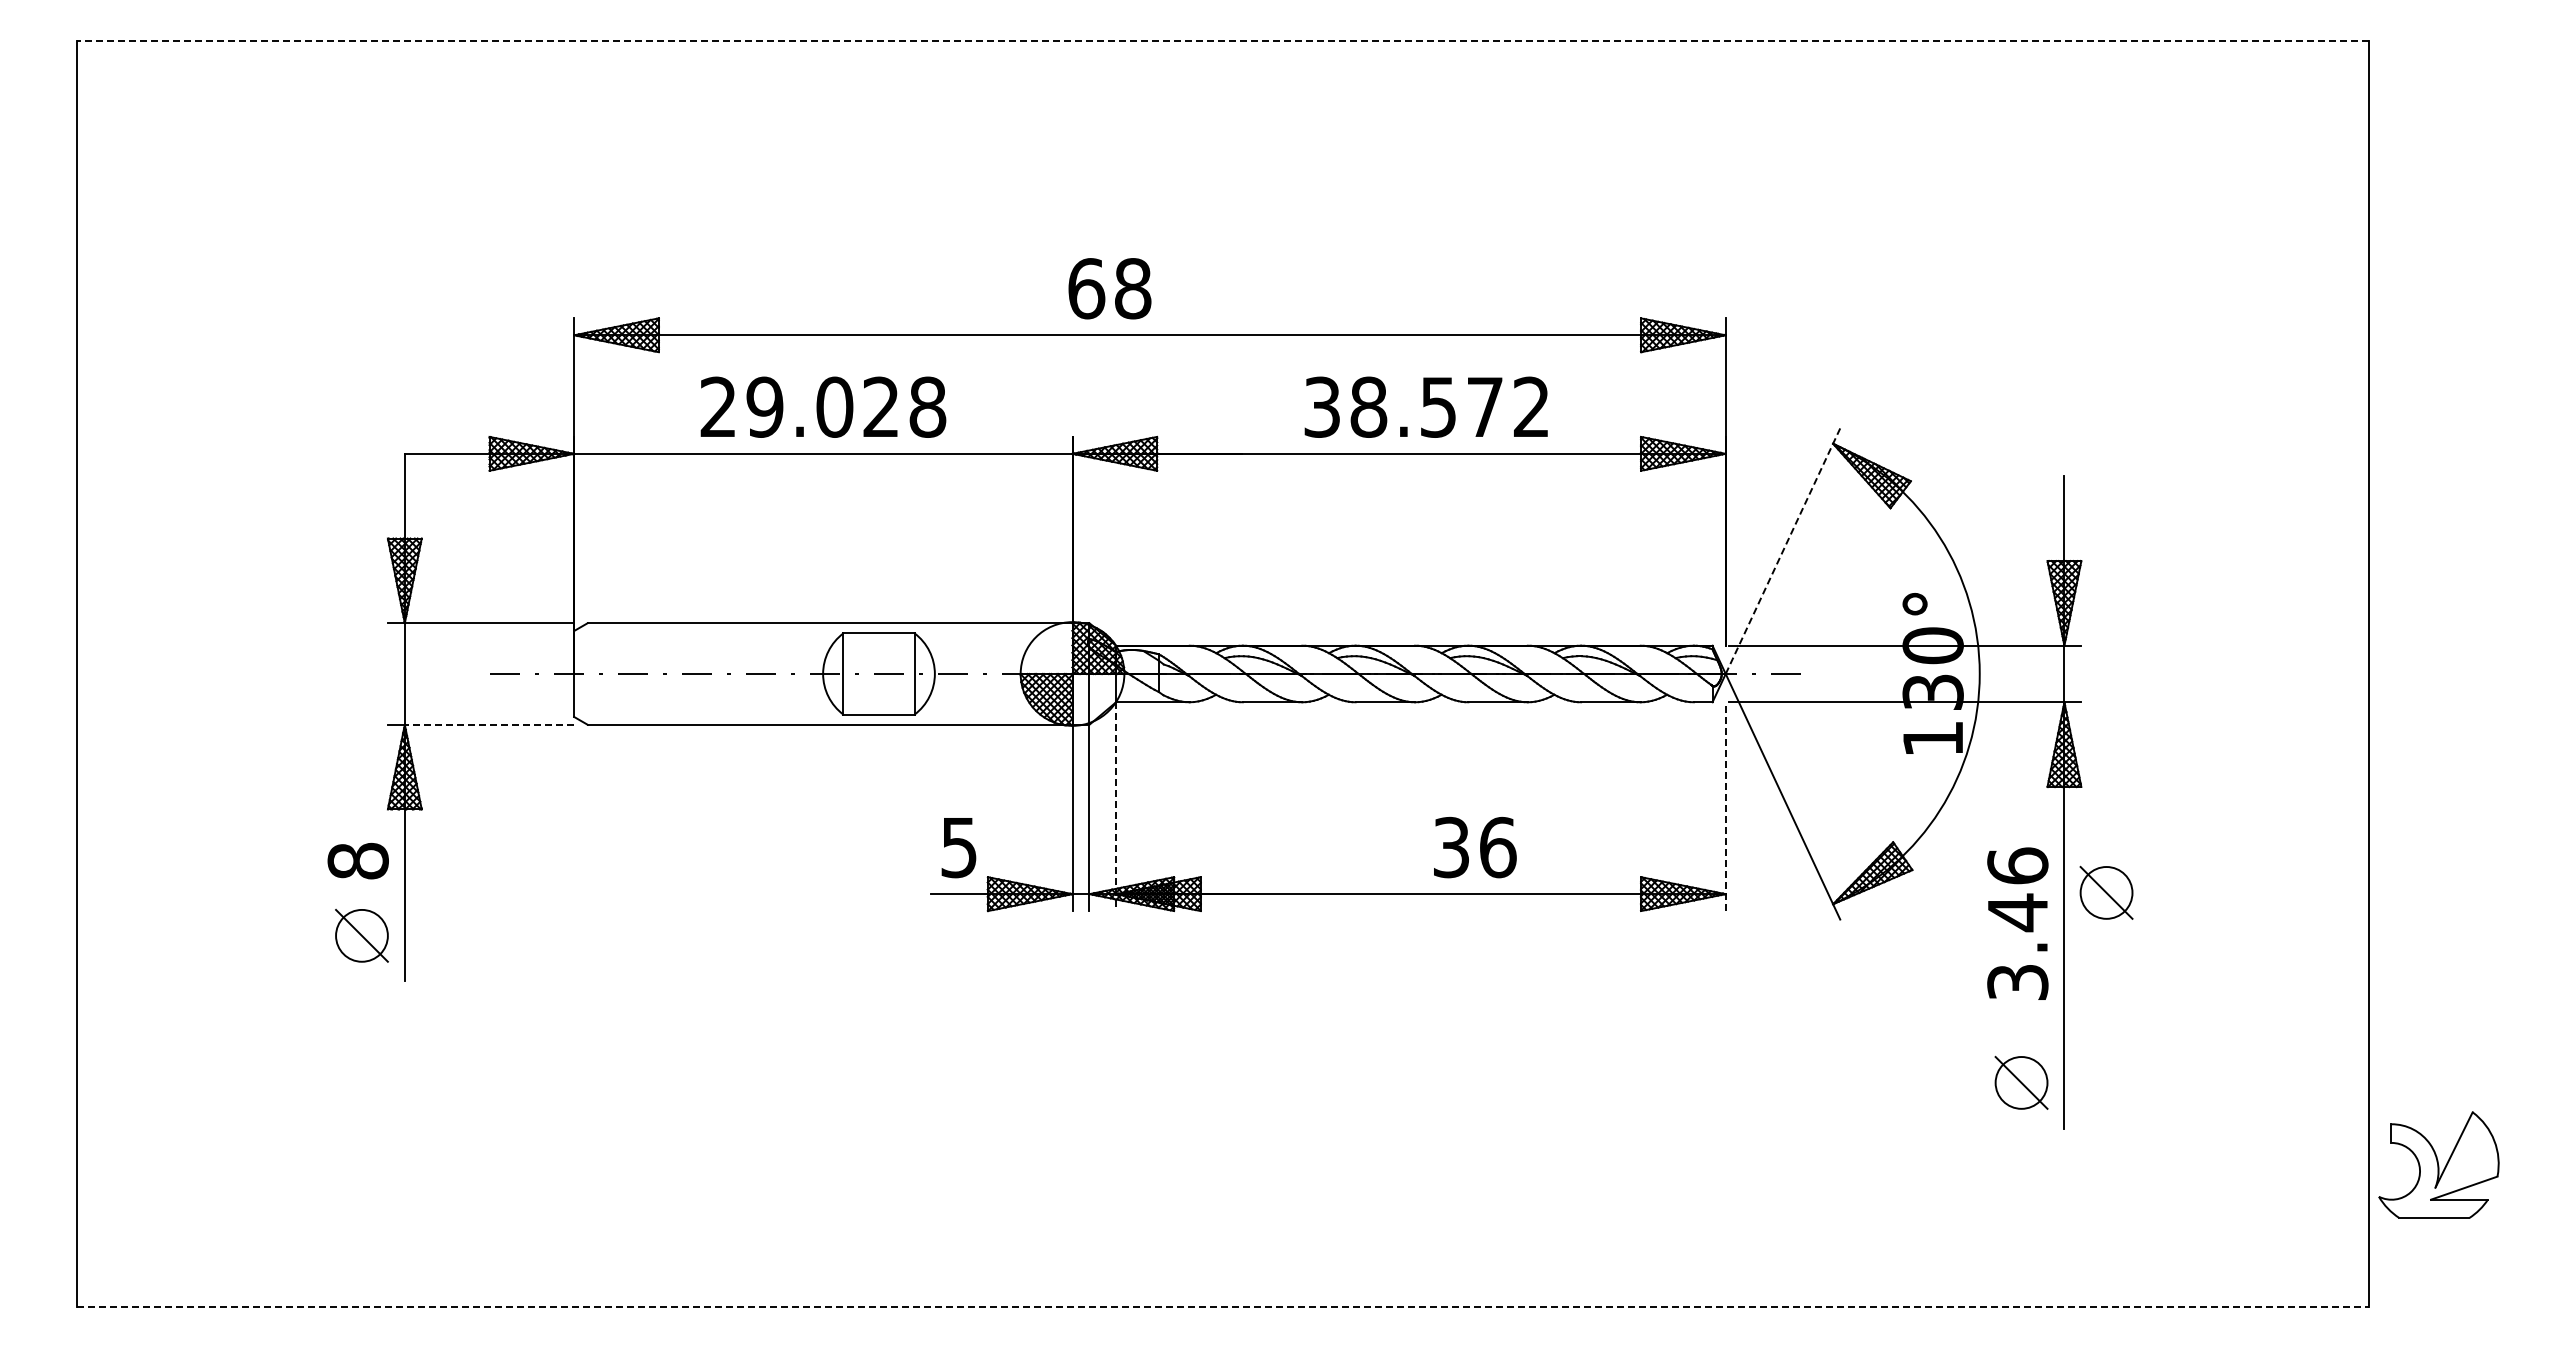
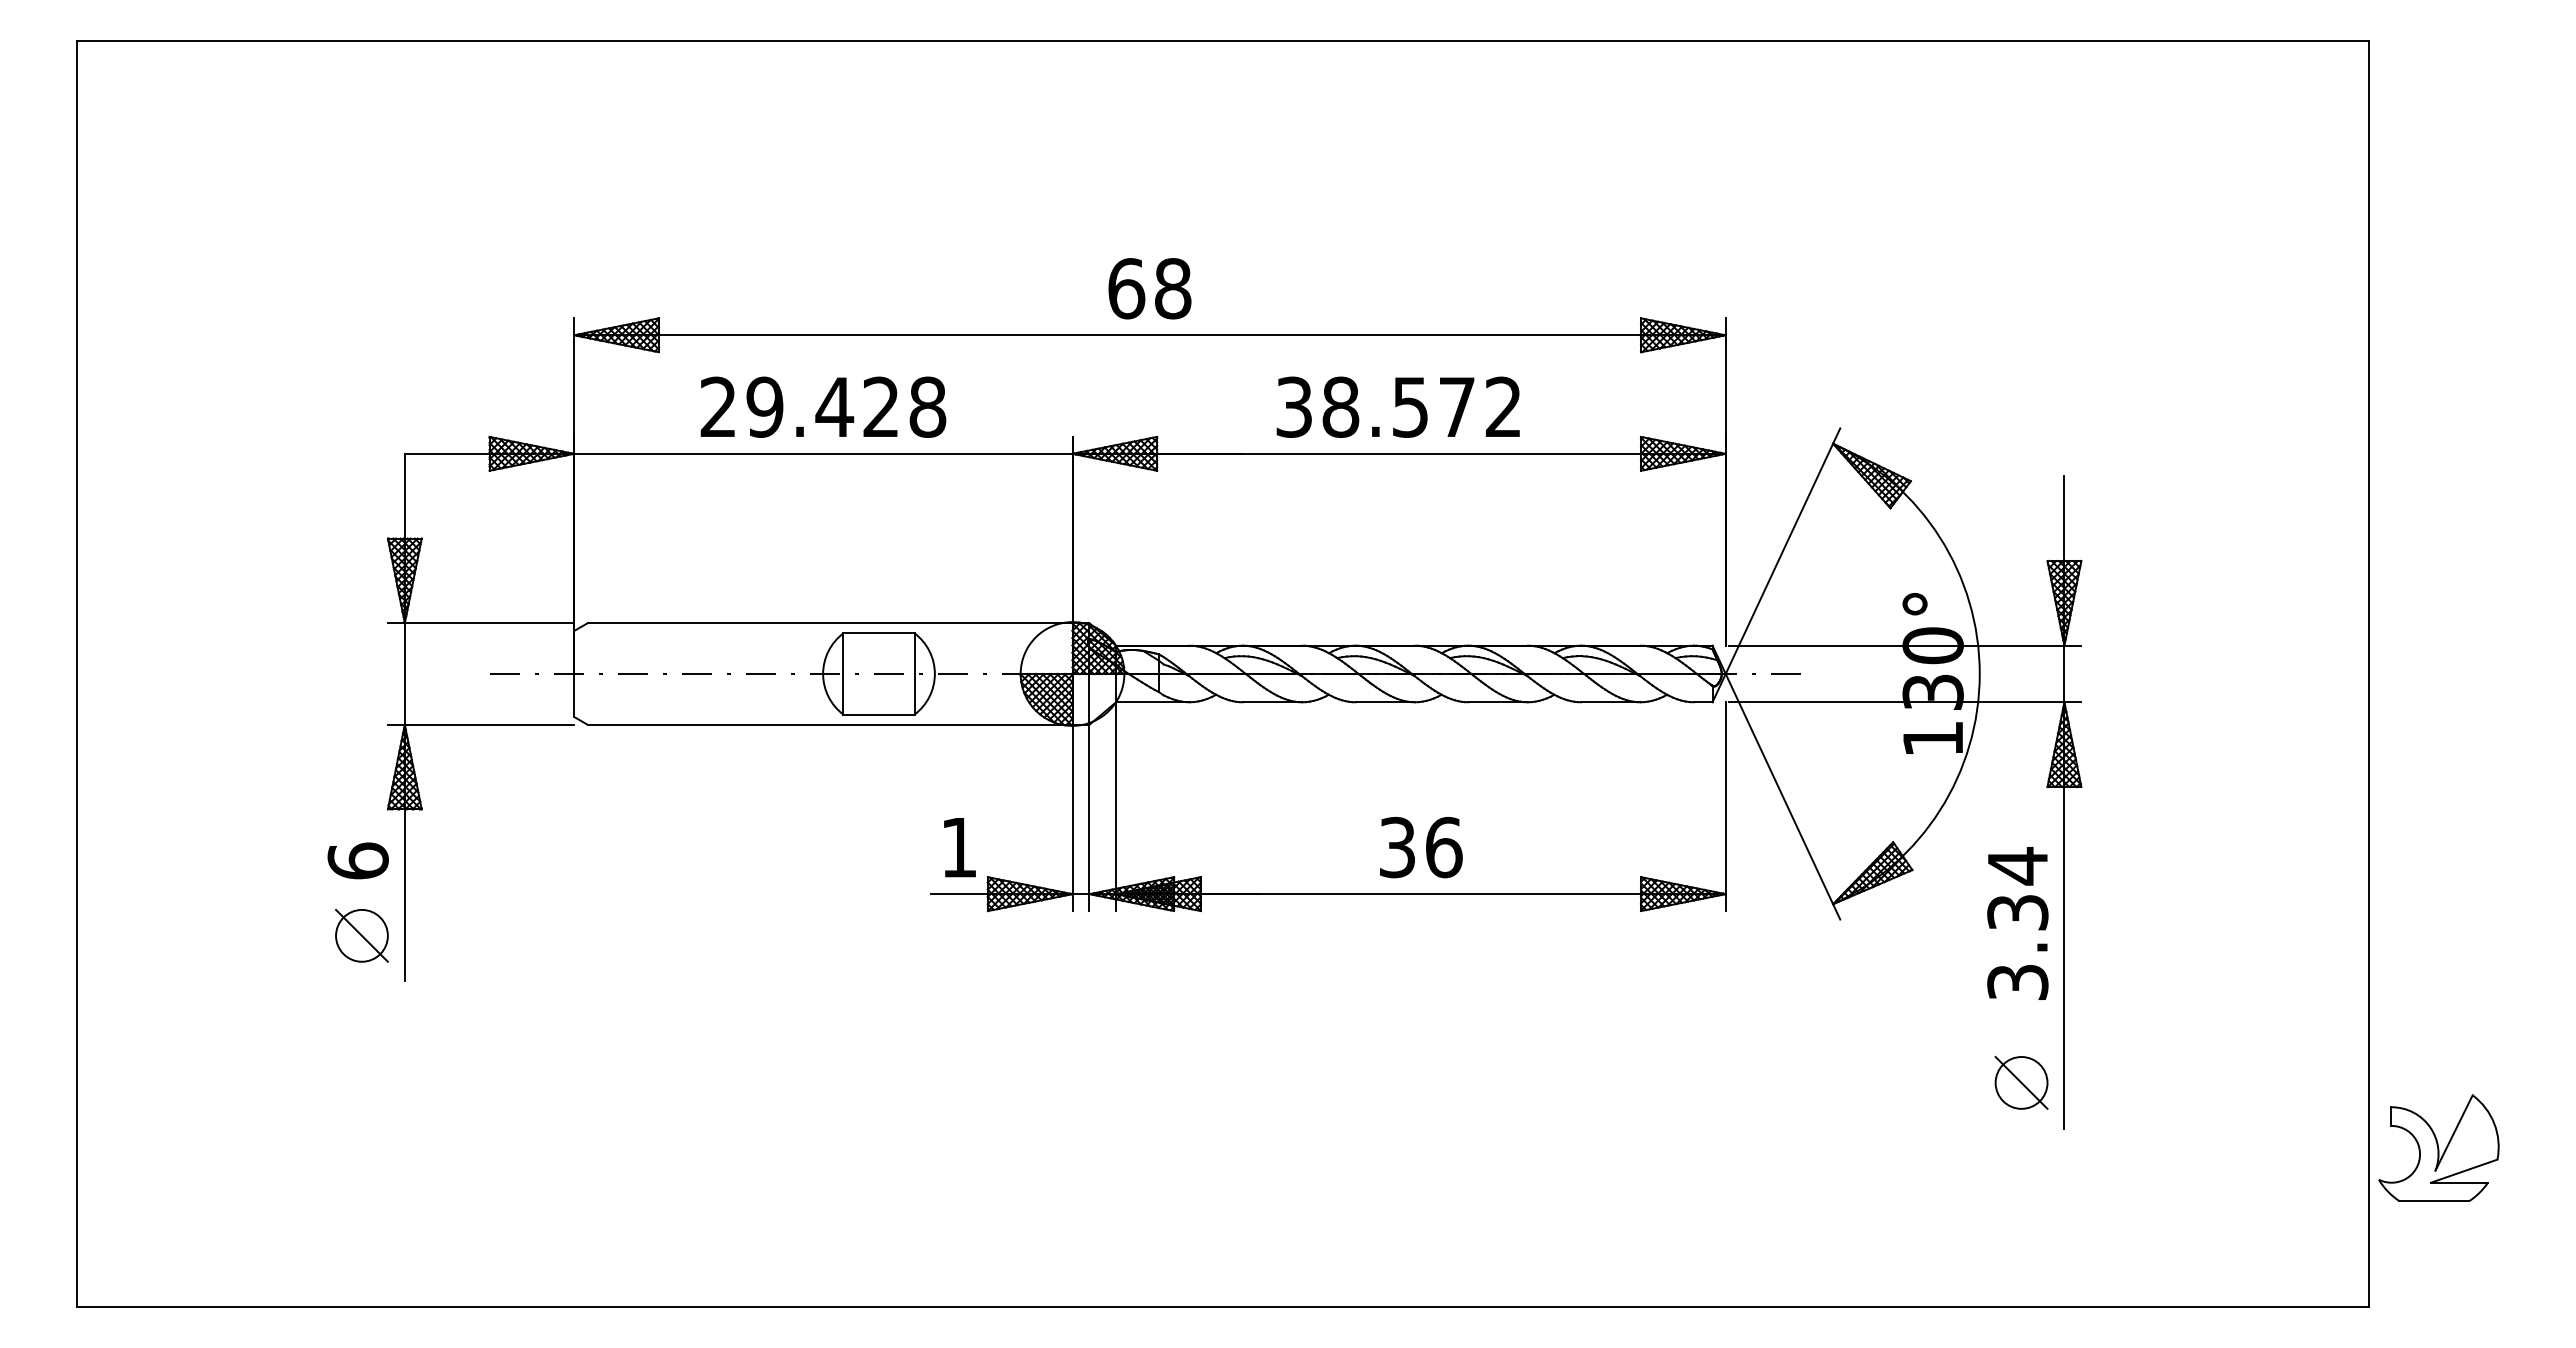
line at (1222, 40): dashed -> solid
text at (1109, 288) position: (1109, 288) -> (1149, 288)
text at (834, 406): 29.028 -> 29.428
text at (1425, 406) position: (1425, 406) -> (1397, 406)
line at (1783, 550): dashed -> solid
line at (489, 724): dashed -> solid
line at (1725, 806): dashed -> solid
line at (1116, 807): dashed -> solid
text at (1475, 847) position: (1475, 847) -> (1421, 847)
text at (958, 848): 5 -> 1
text at (357, 860): 8 -> 6
text at (2017, 889): 3.46 -> 3.34
part at (2106, 892): present -> none
part at (2438, 1164) position: (2438, 1164) -> (2438, 1147)
line at (1222, 1307): dashed -> solid
